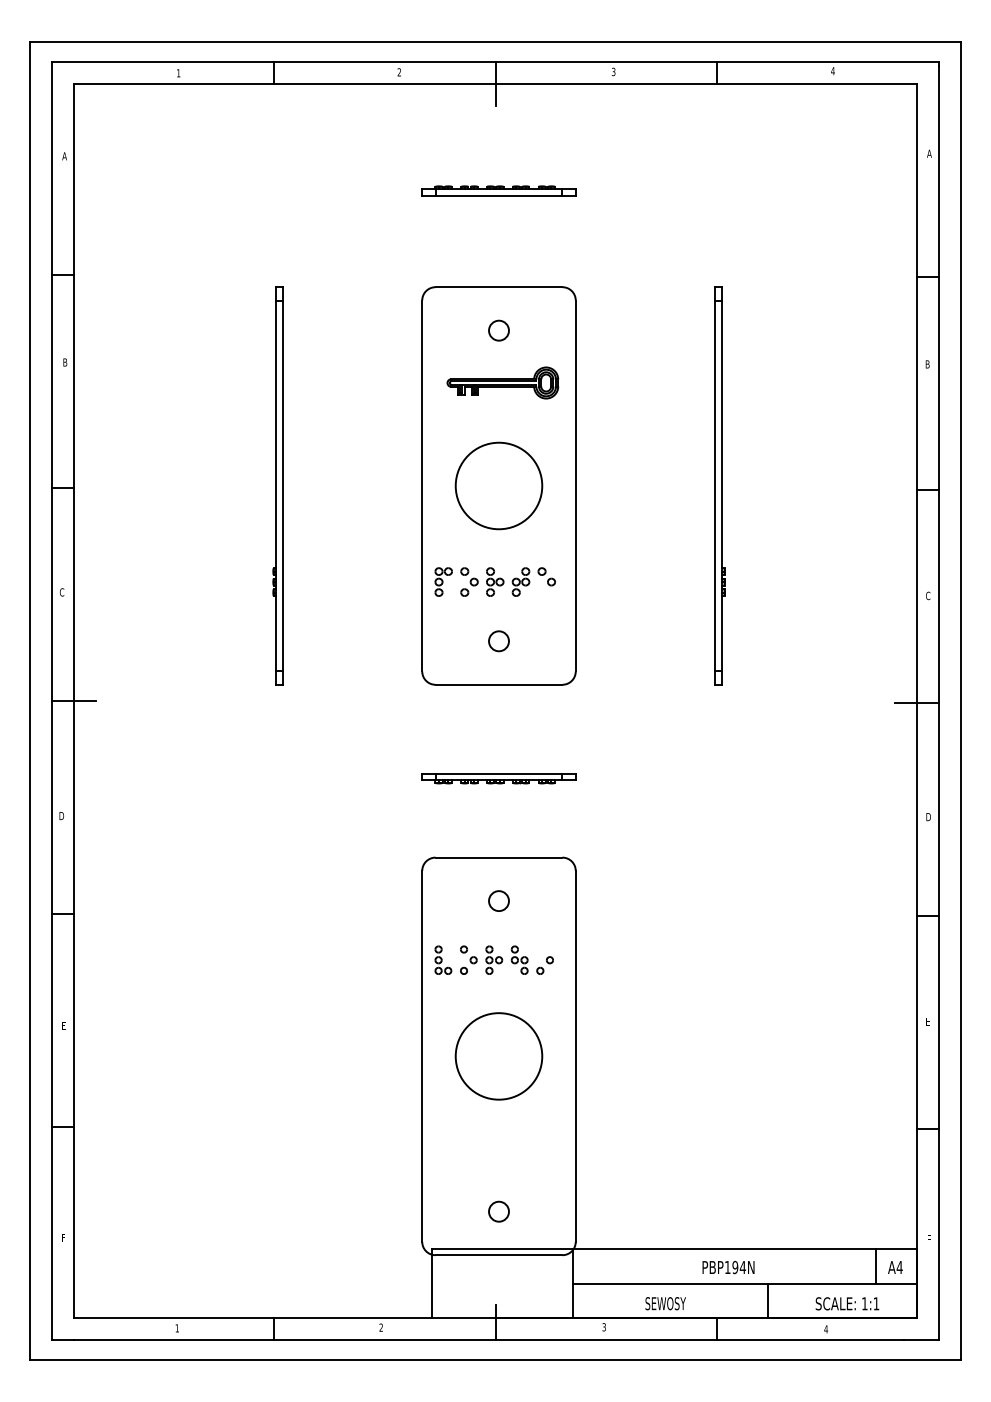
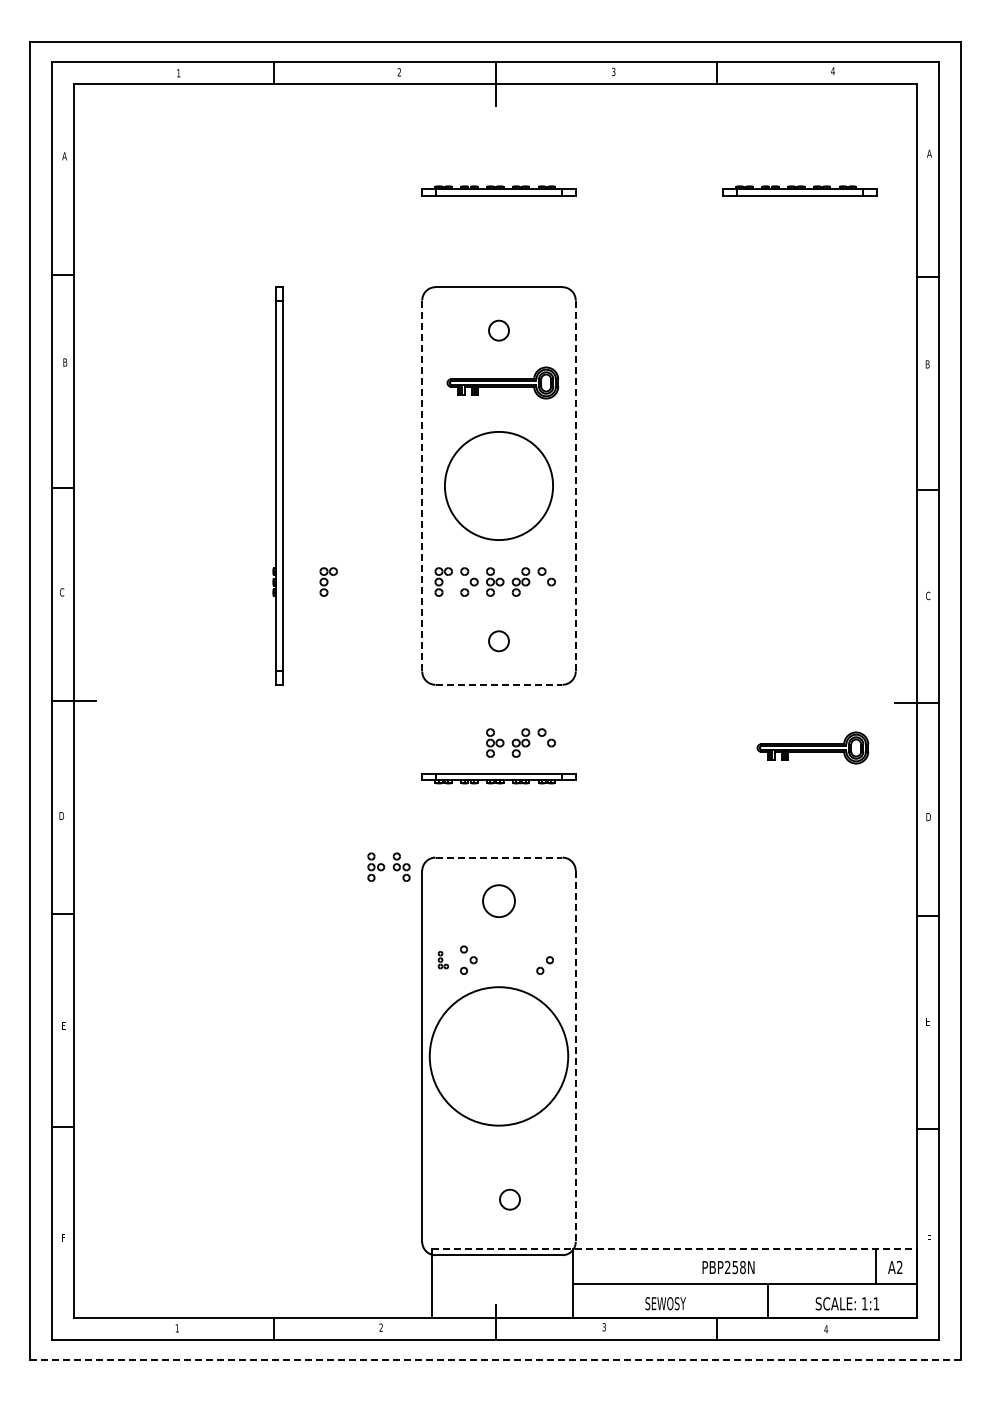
part at (799, 190): none -> present
circle at (498, 485) diameter: 87 px -> 108 px
line at (575, 485): solid -> dashed
part at (719, 485): present -> none
line at (422, 486): solid -> dashed
part at (328, 581): none -> present
line at (499, 684): solid -> dashed
part at (520, 742): none -> present
part at (812, 747): none -> present
line at (499, 857): solid -> dashed
circle at (498, 900) size: 22x22 px -> 34x34 px
part at (443, 959) size: 19x30 px -> 13x19 px
part at (506, 959) position: (506, 959) -> (388, 866)
circle at (498, 1056) diameter: 87 px -> 138 px
line at (575, 1056): solid -> dashed
circle at (498, 1211) position: (498, 1211) -> (509, 1199)
line at (674, 1249): solid -> dashed
text at (899, 1266): A4 -> A2
text at (735, 1267): PBP194N -> PBP258N
line at (495, 1359): solid -> dashed
